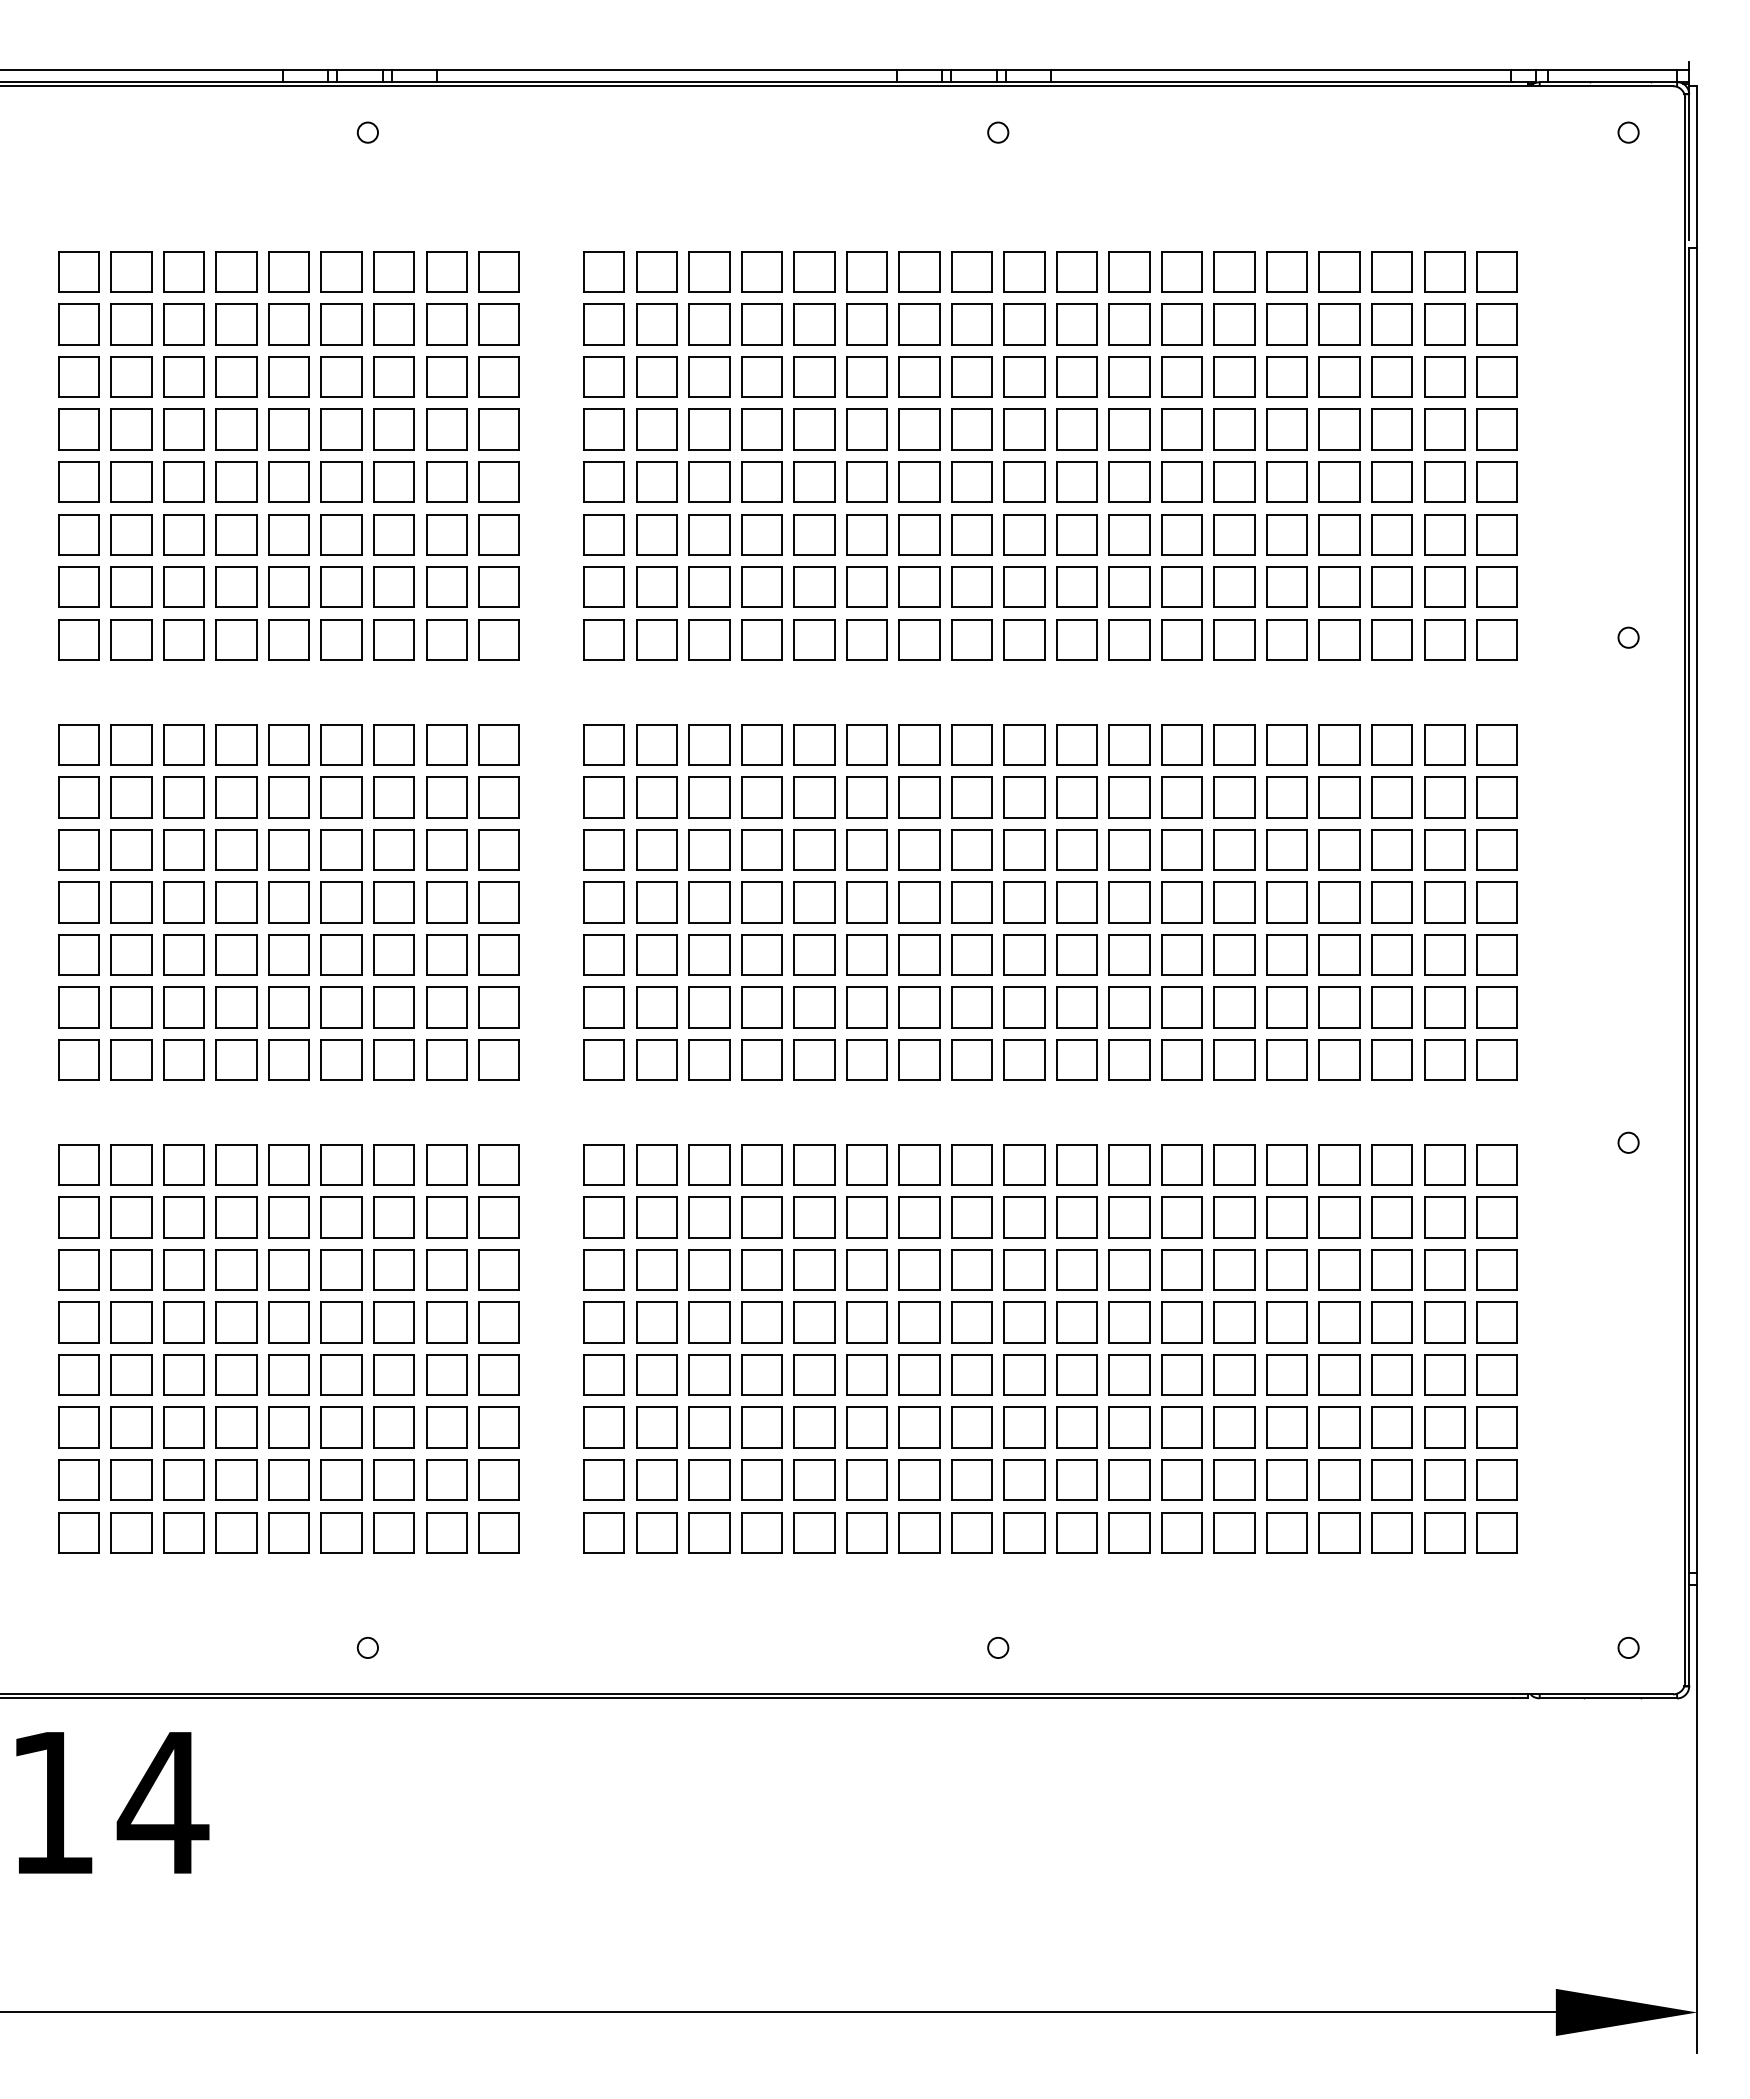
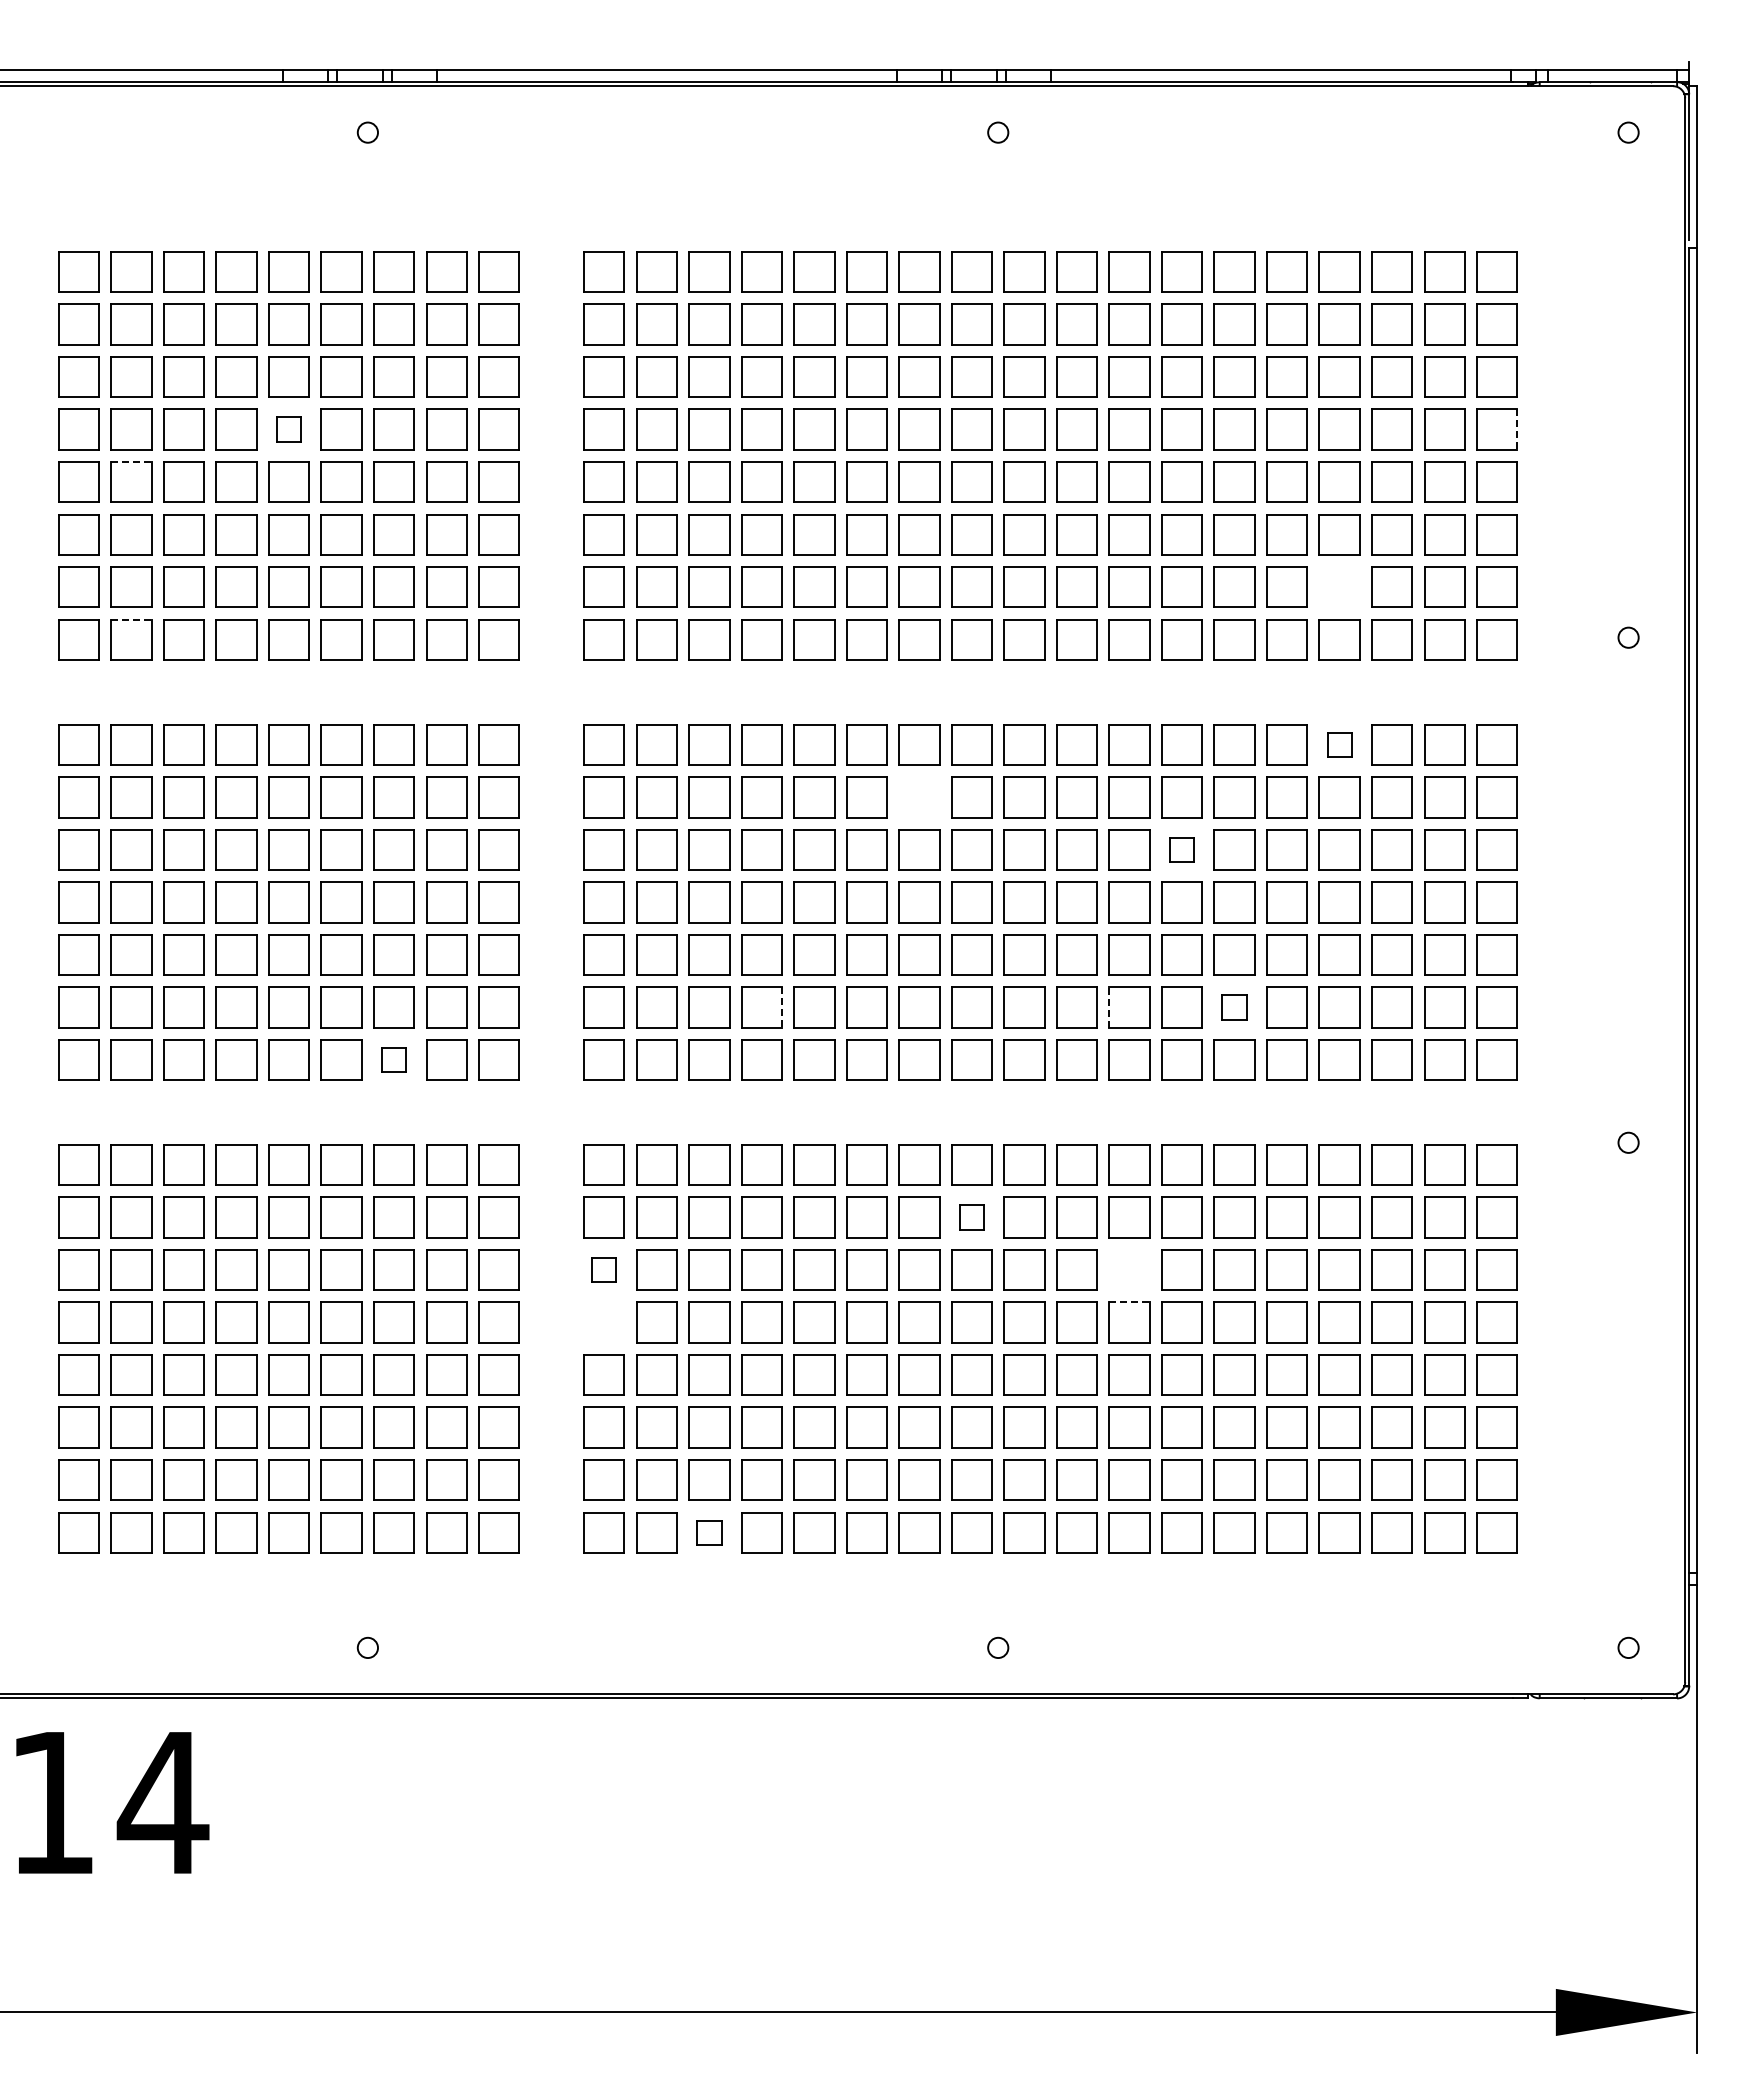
part at (288, 429) size: 42x43 px -> 26x27 px
line at (1517, 430): solid -> dashed
line at (132, 461): solid -> dashed
part at (1339, 586): present -> none
line at (132, 619): solid -> dashed
part at (1339, 744) size: 43x42 px -> 26x26 px
part at (919, 797): present -> none
part at (1181, 849) size: 42x42 px -> 26x26 px
line at (1109, 1006): solid -> dashed
line at (782, 1007): solid -> dashed
part at (1234, 1007) size: 43x43 px -> 27x27 px
part at (393, 1059) size: 42x42 px -> 26x26 px
part at (971, 1217) size: 42x43 px -> 26x27 px
part at (603, 1269) size: 42x42 px -> 26x26 px
part at (1129, 1269): present -> none
line at (1130, 1302): solid -> dashed
part at (603, 1322): present -> none
part at (709, 1532) size: 43x42 px -> 27x26 px
